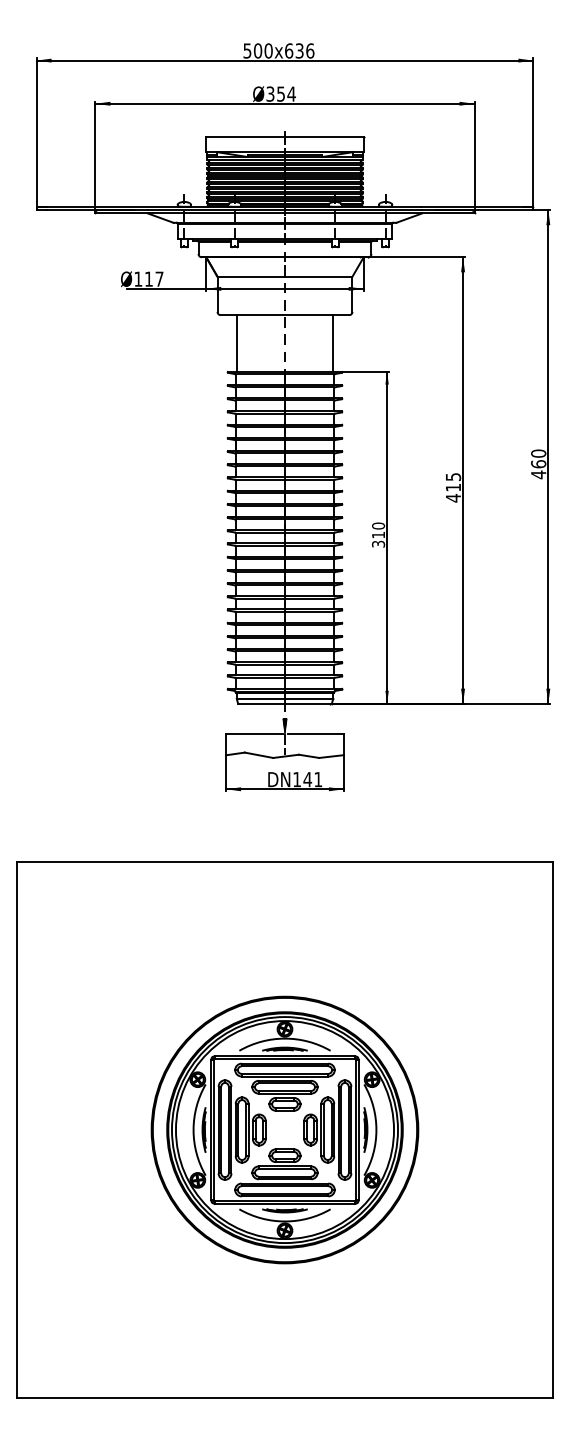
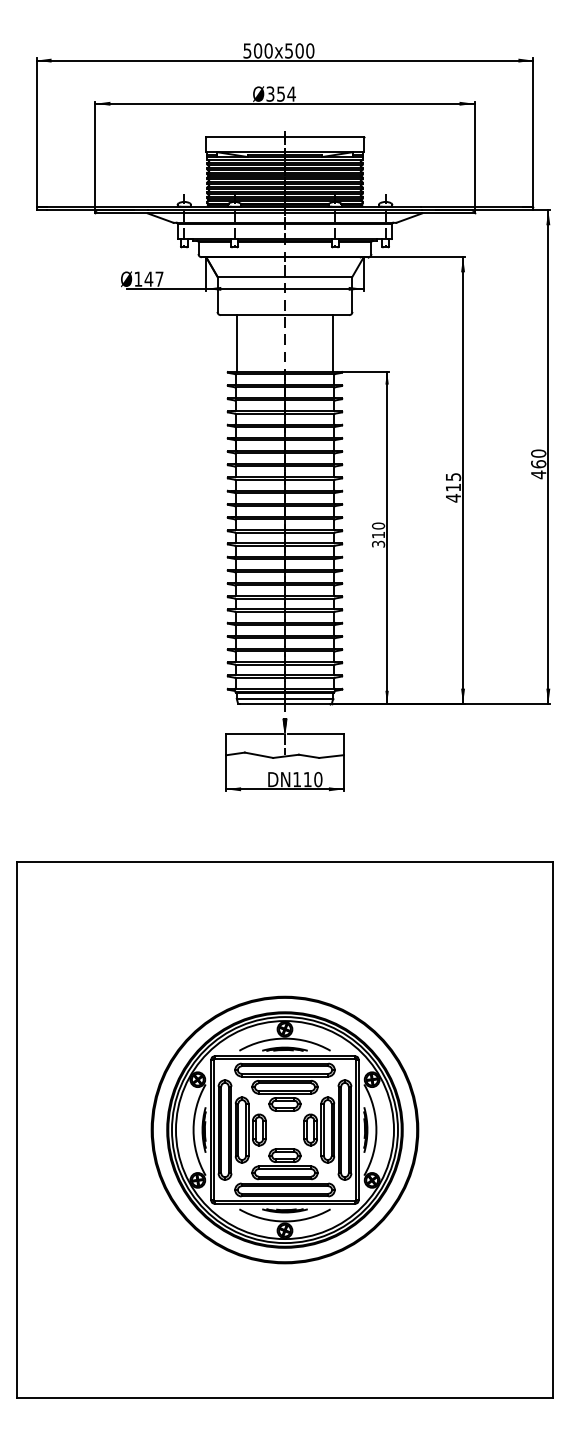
text at (299, 50): 500x636 -> 500x500
text at (148, 278): 117 -> 147
text at (312, 779): 141 -> 110
